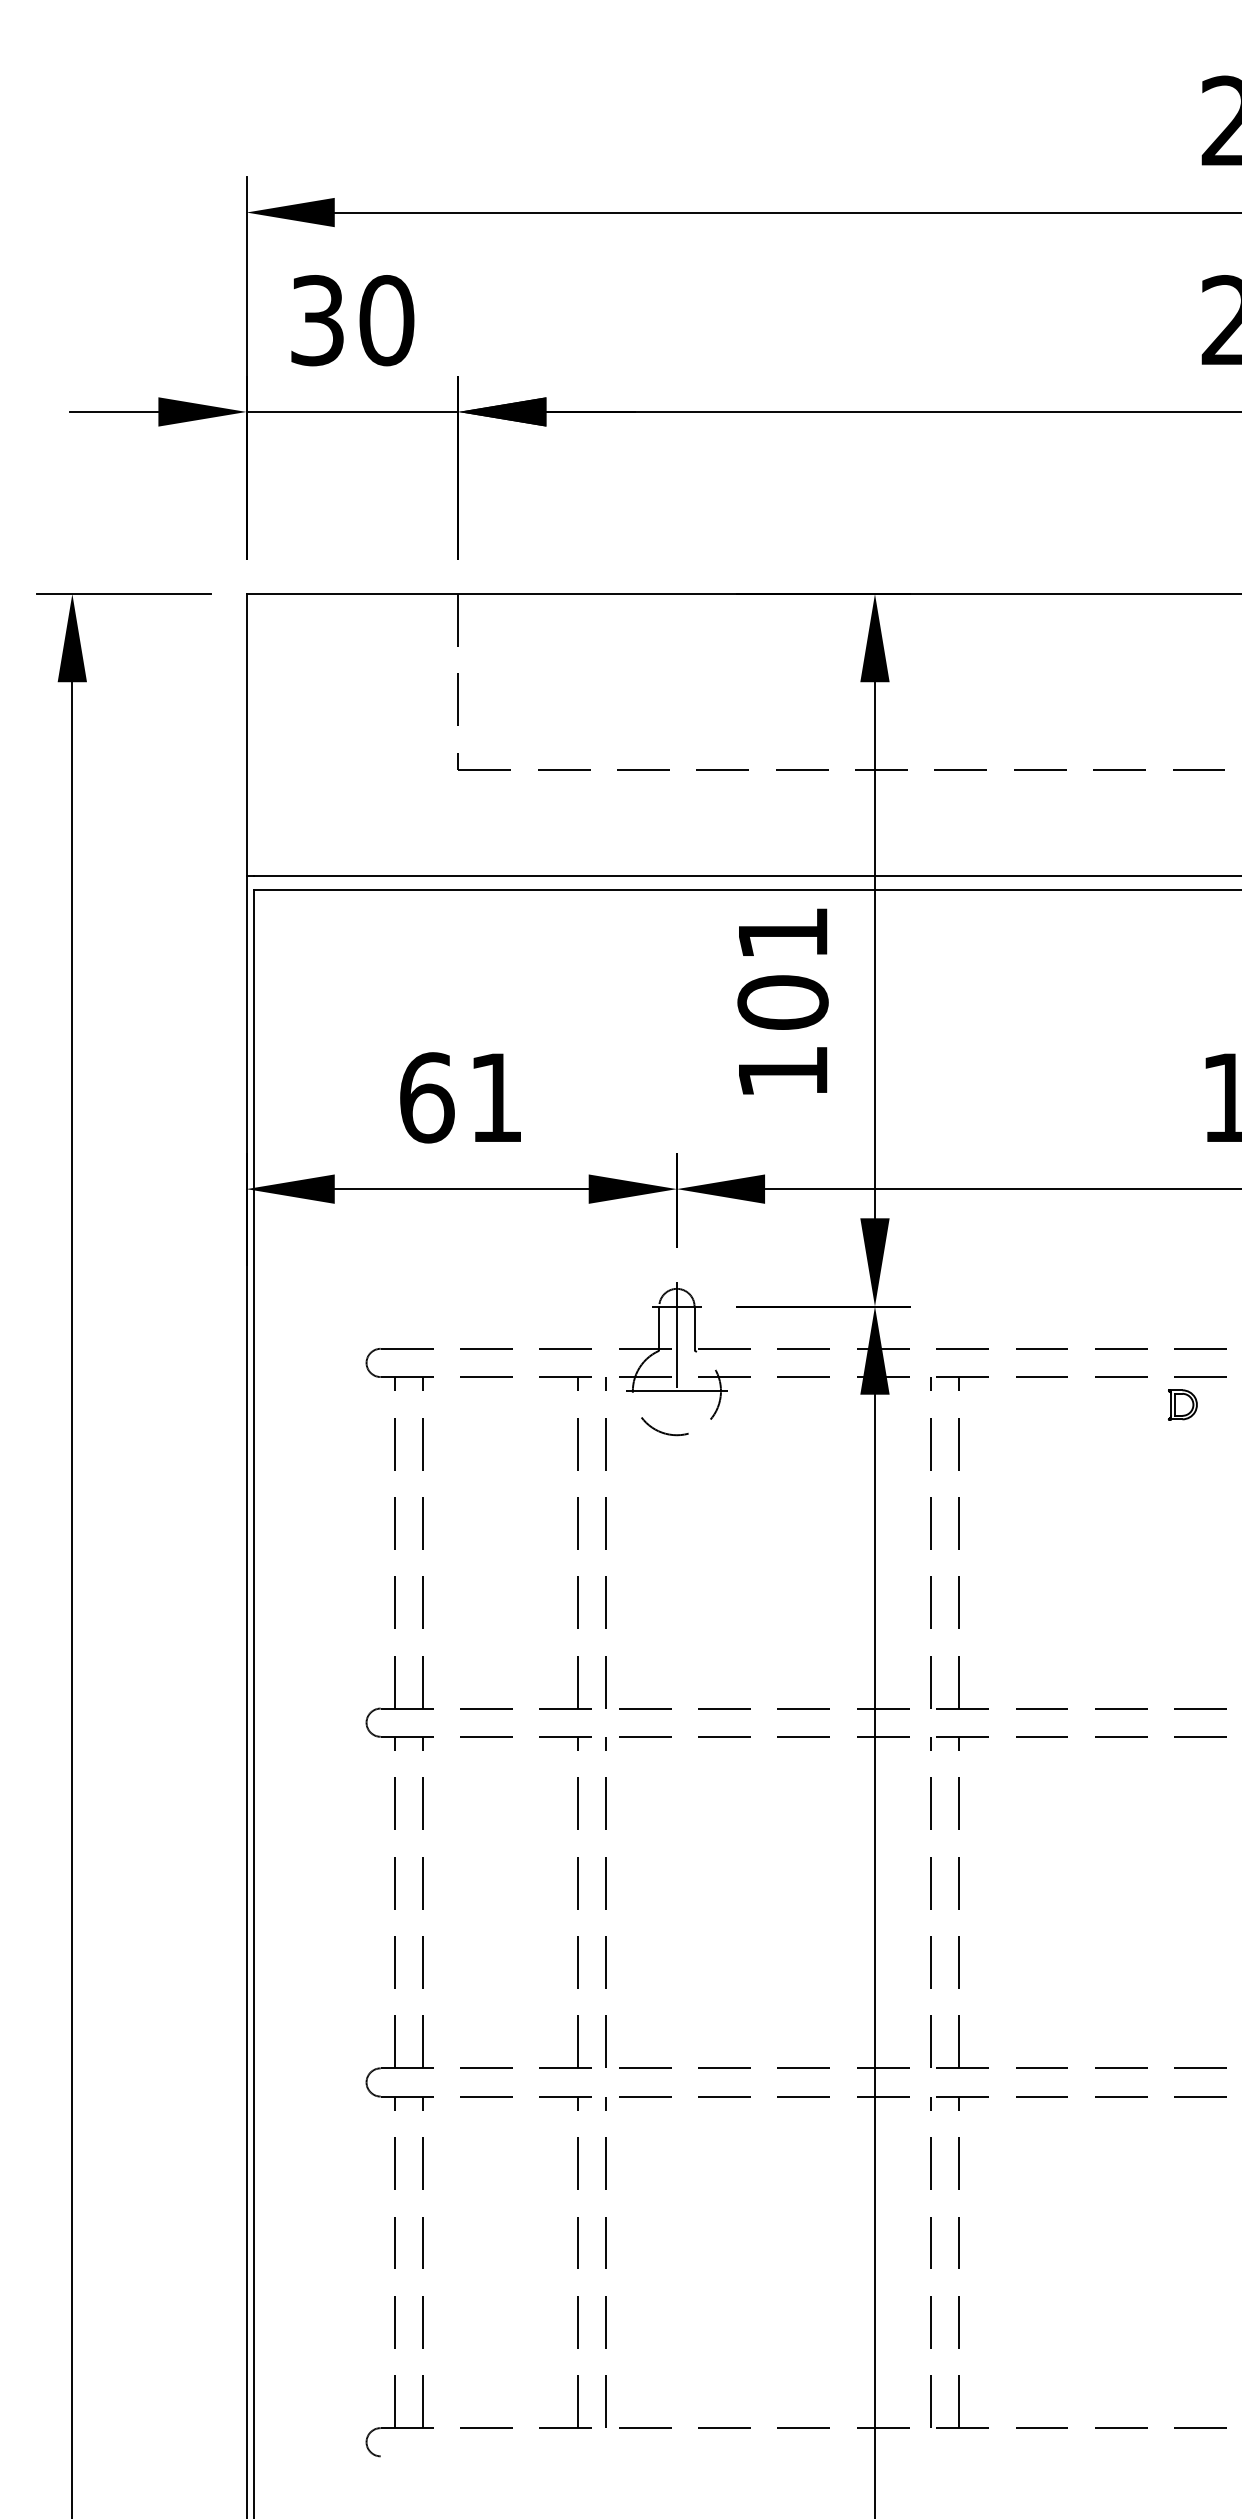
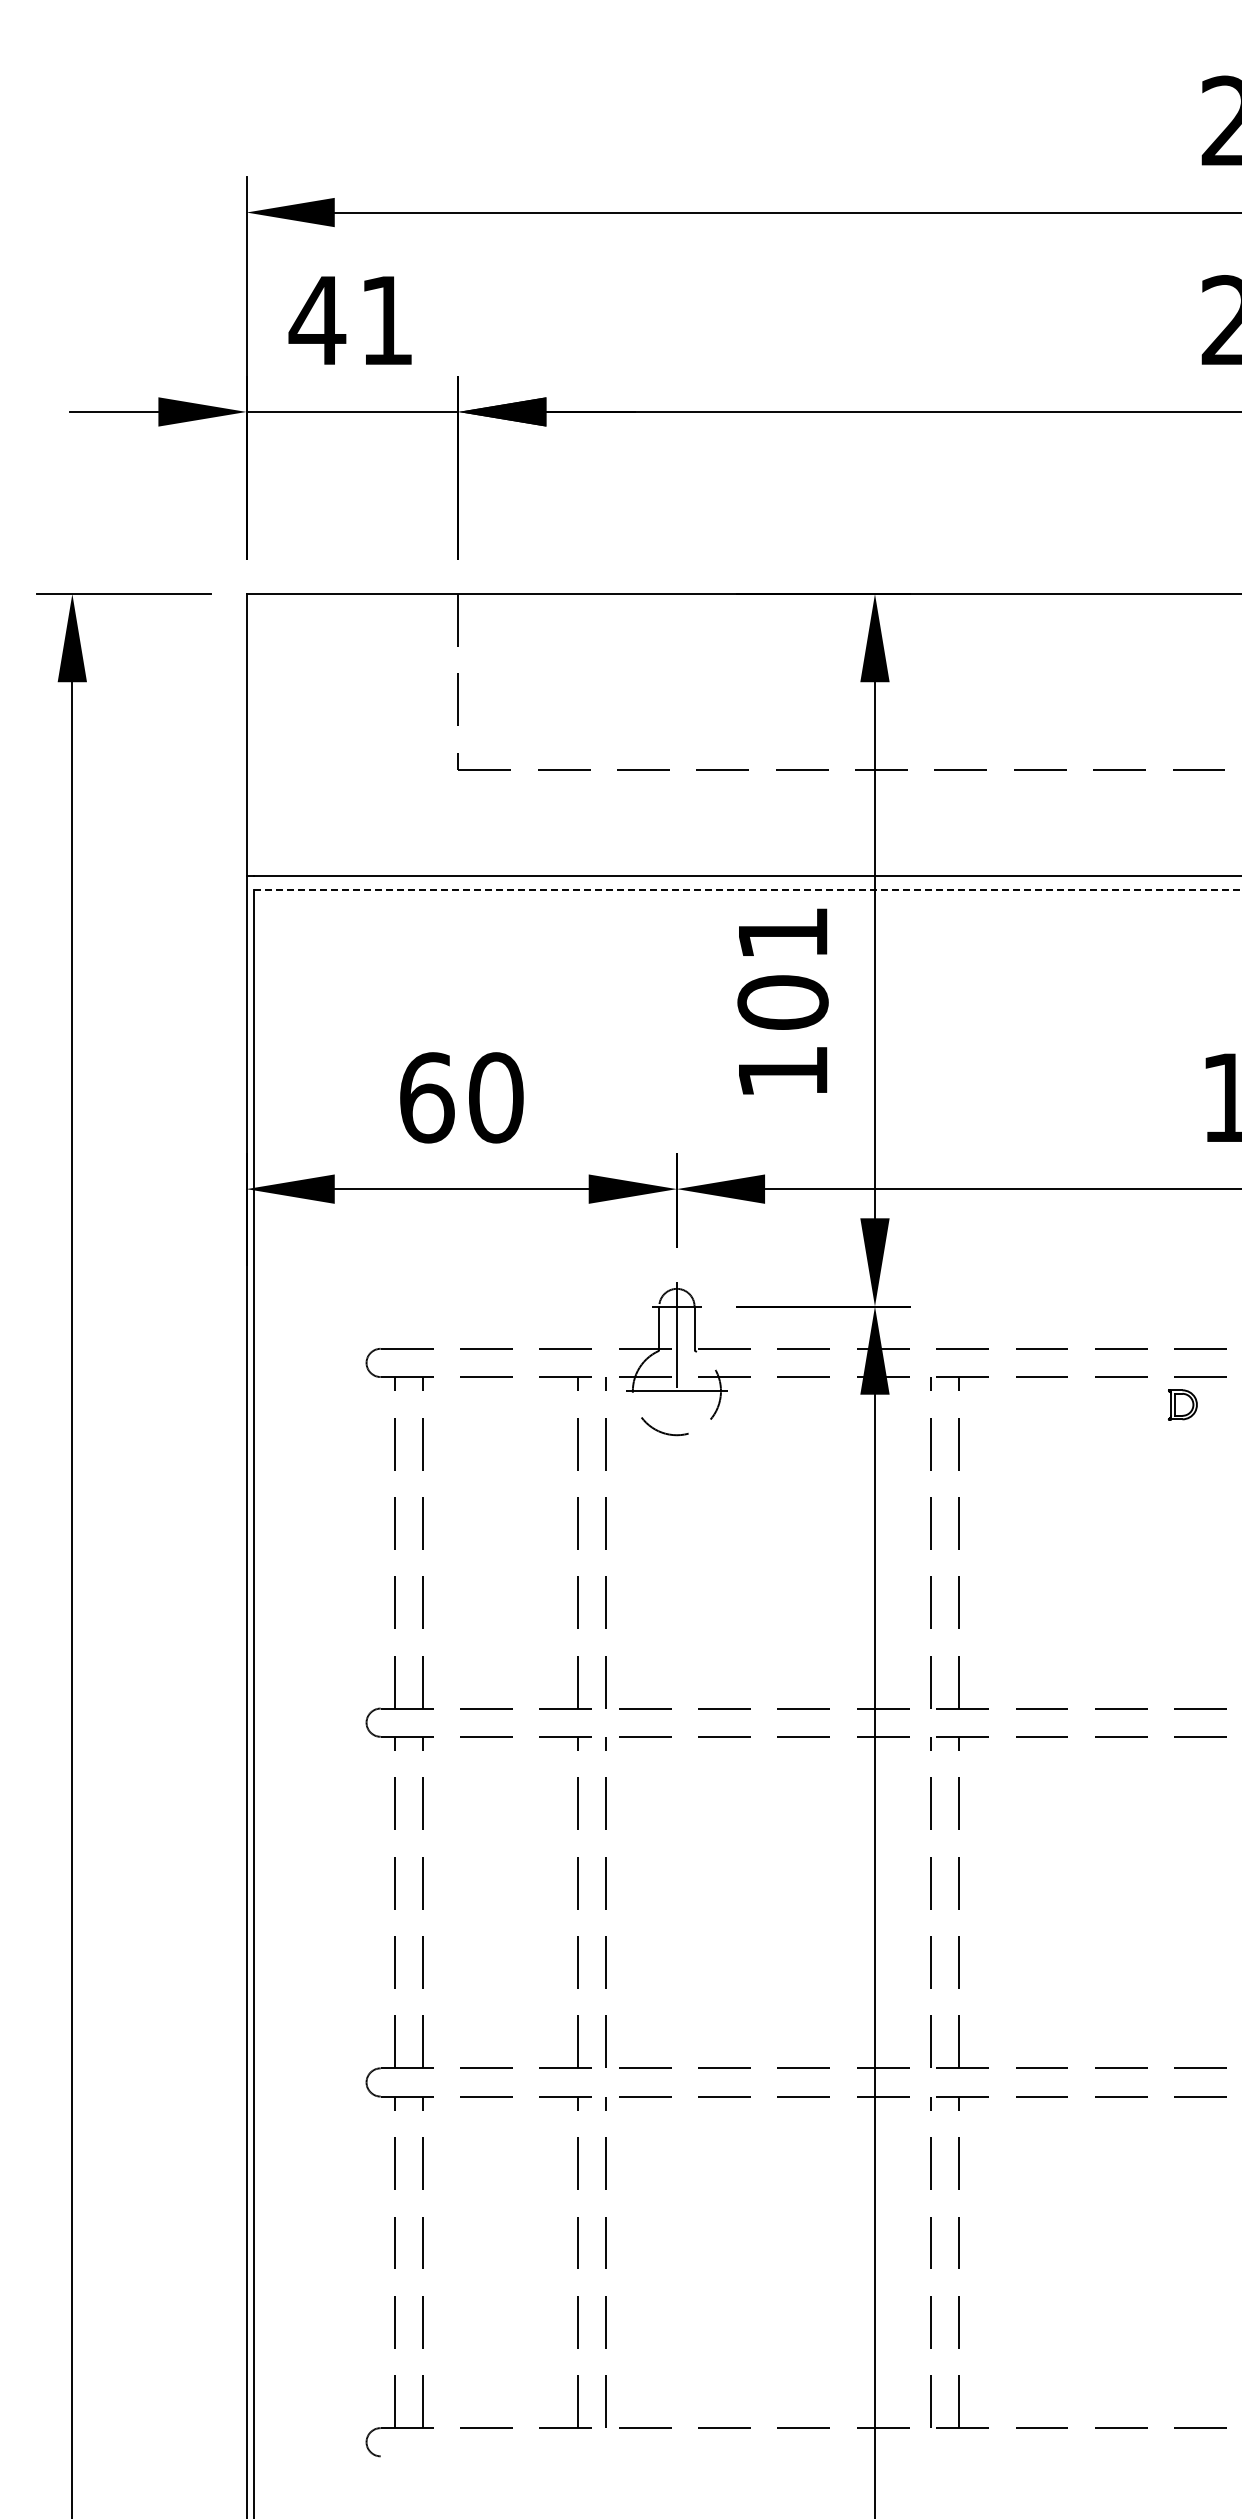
text at (351, 320): 30 -> 41
line at (747, 890): solid -> dashed
text at (496, 1097): 61 -> 60
